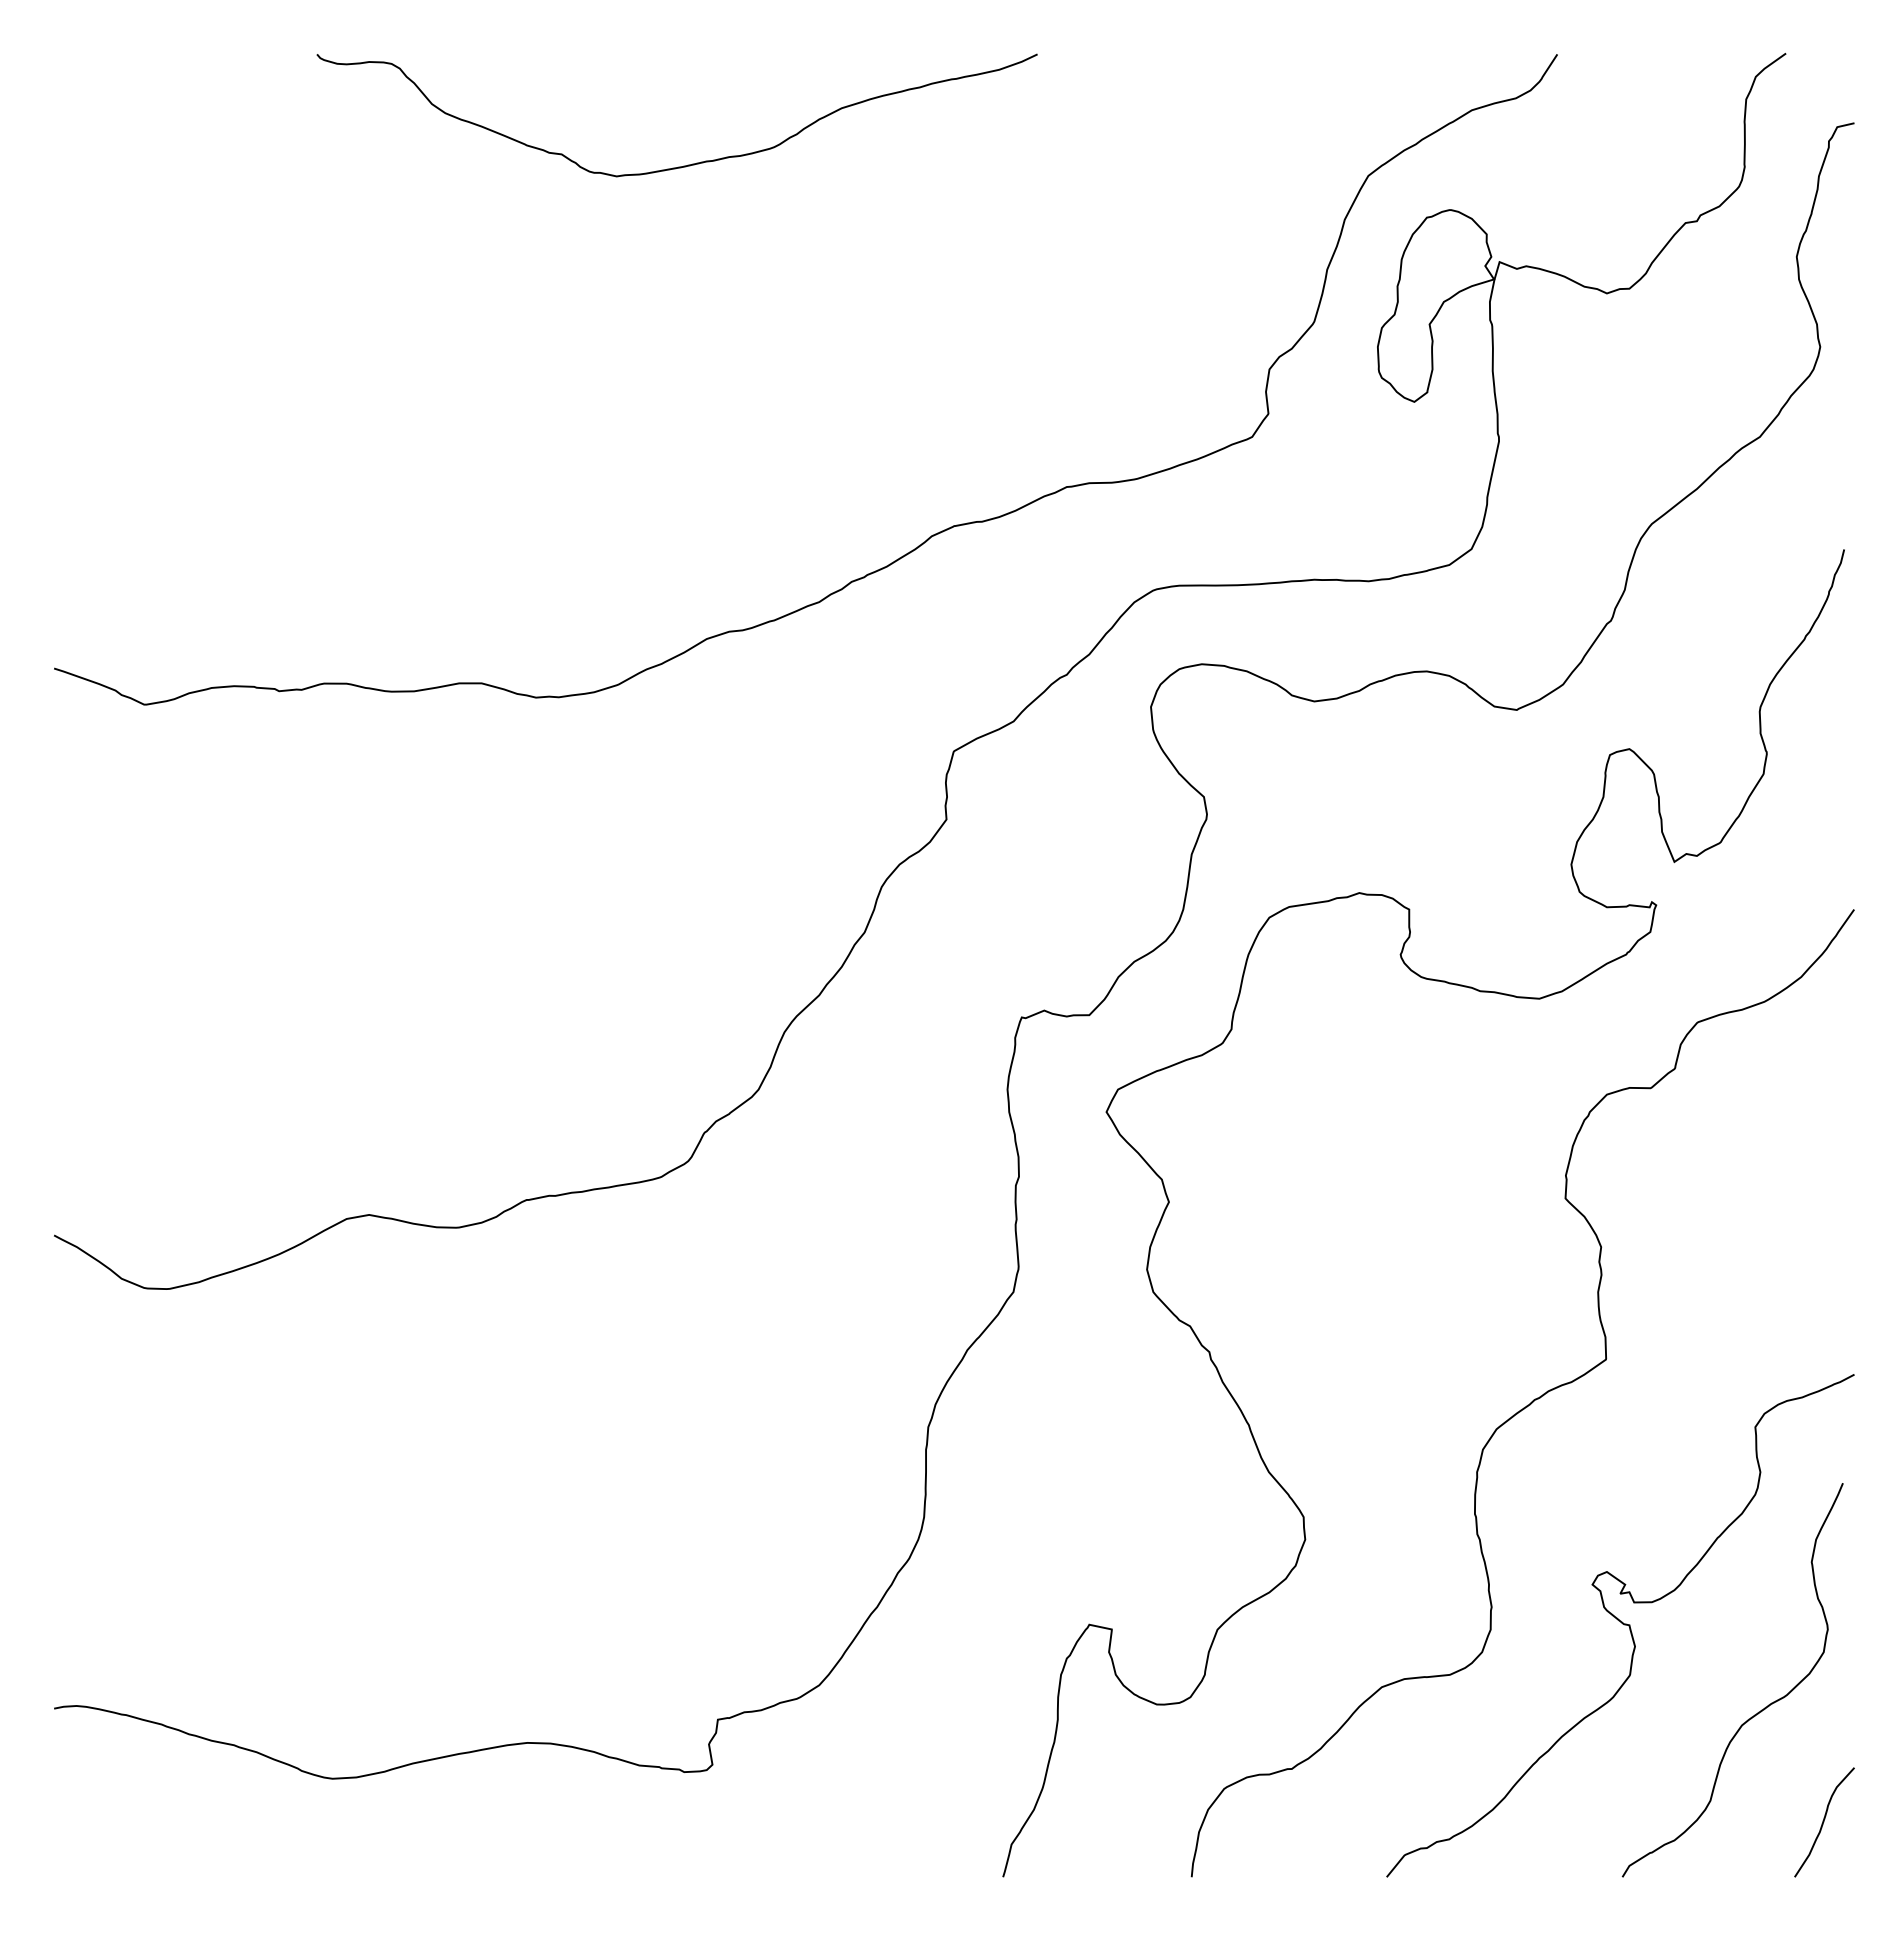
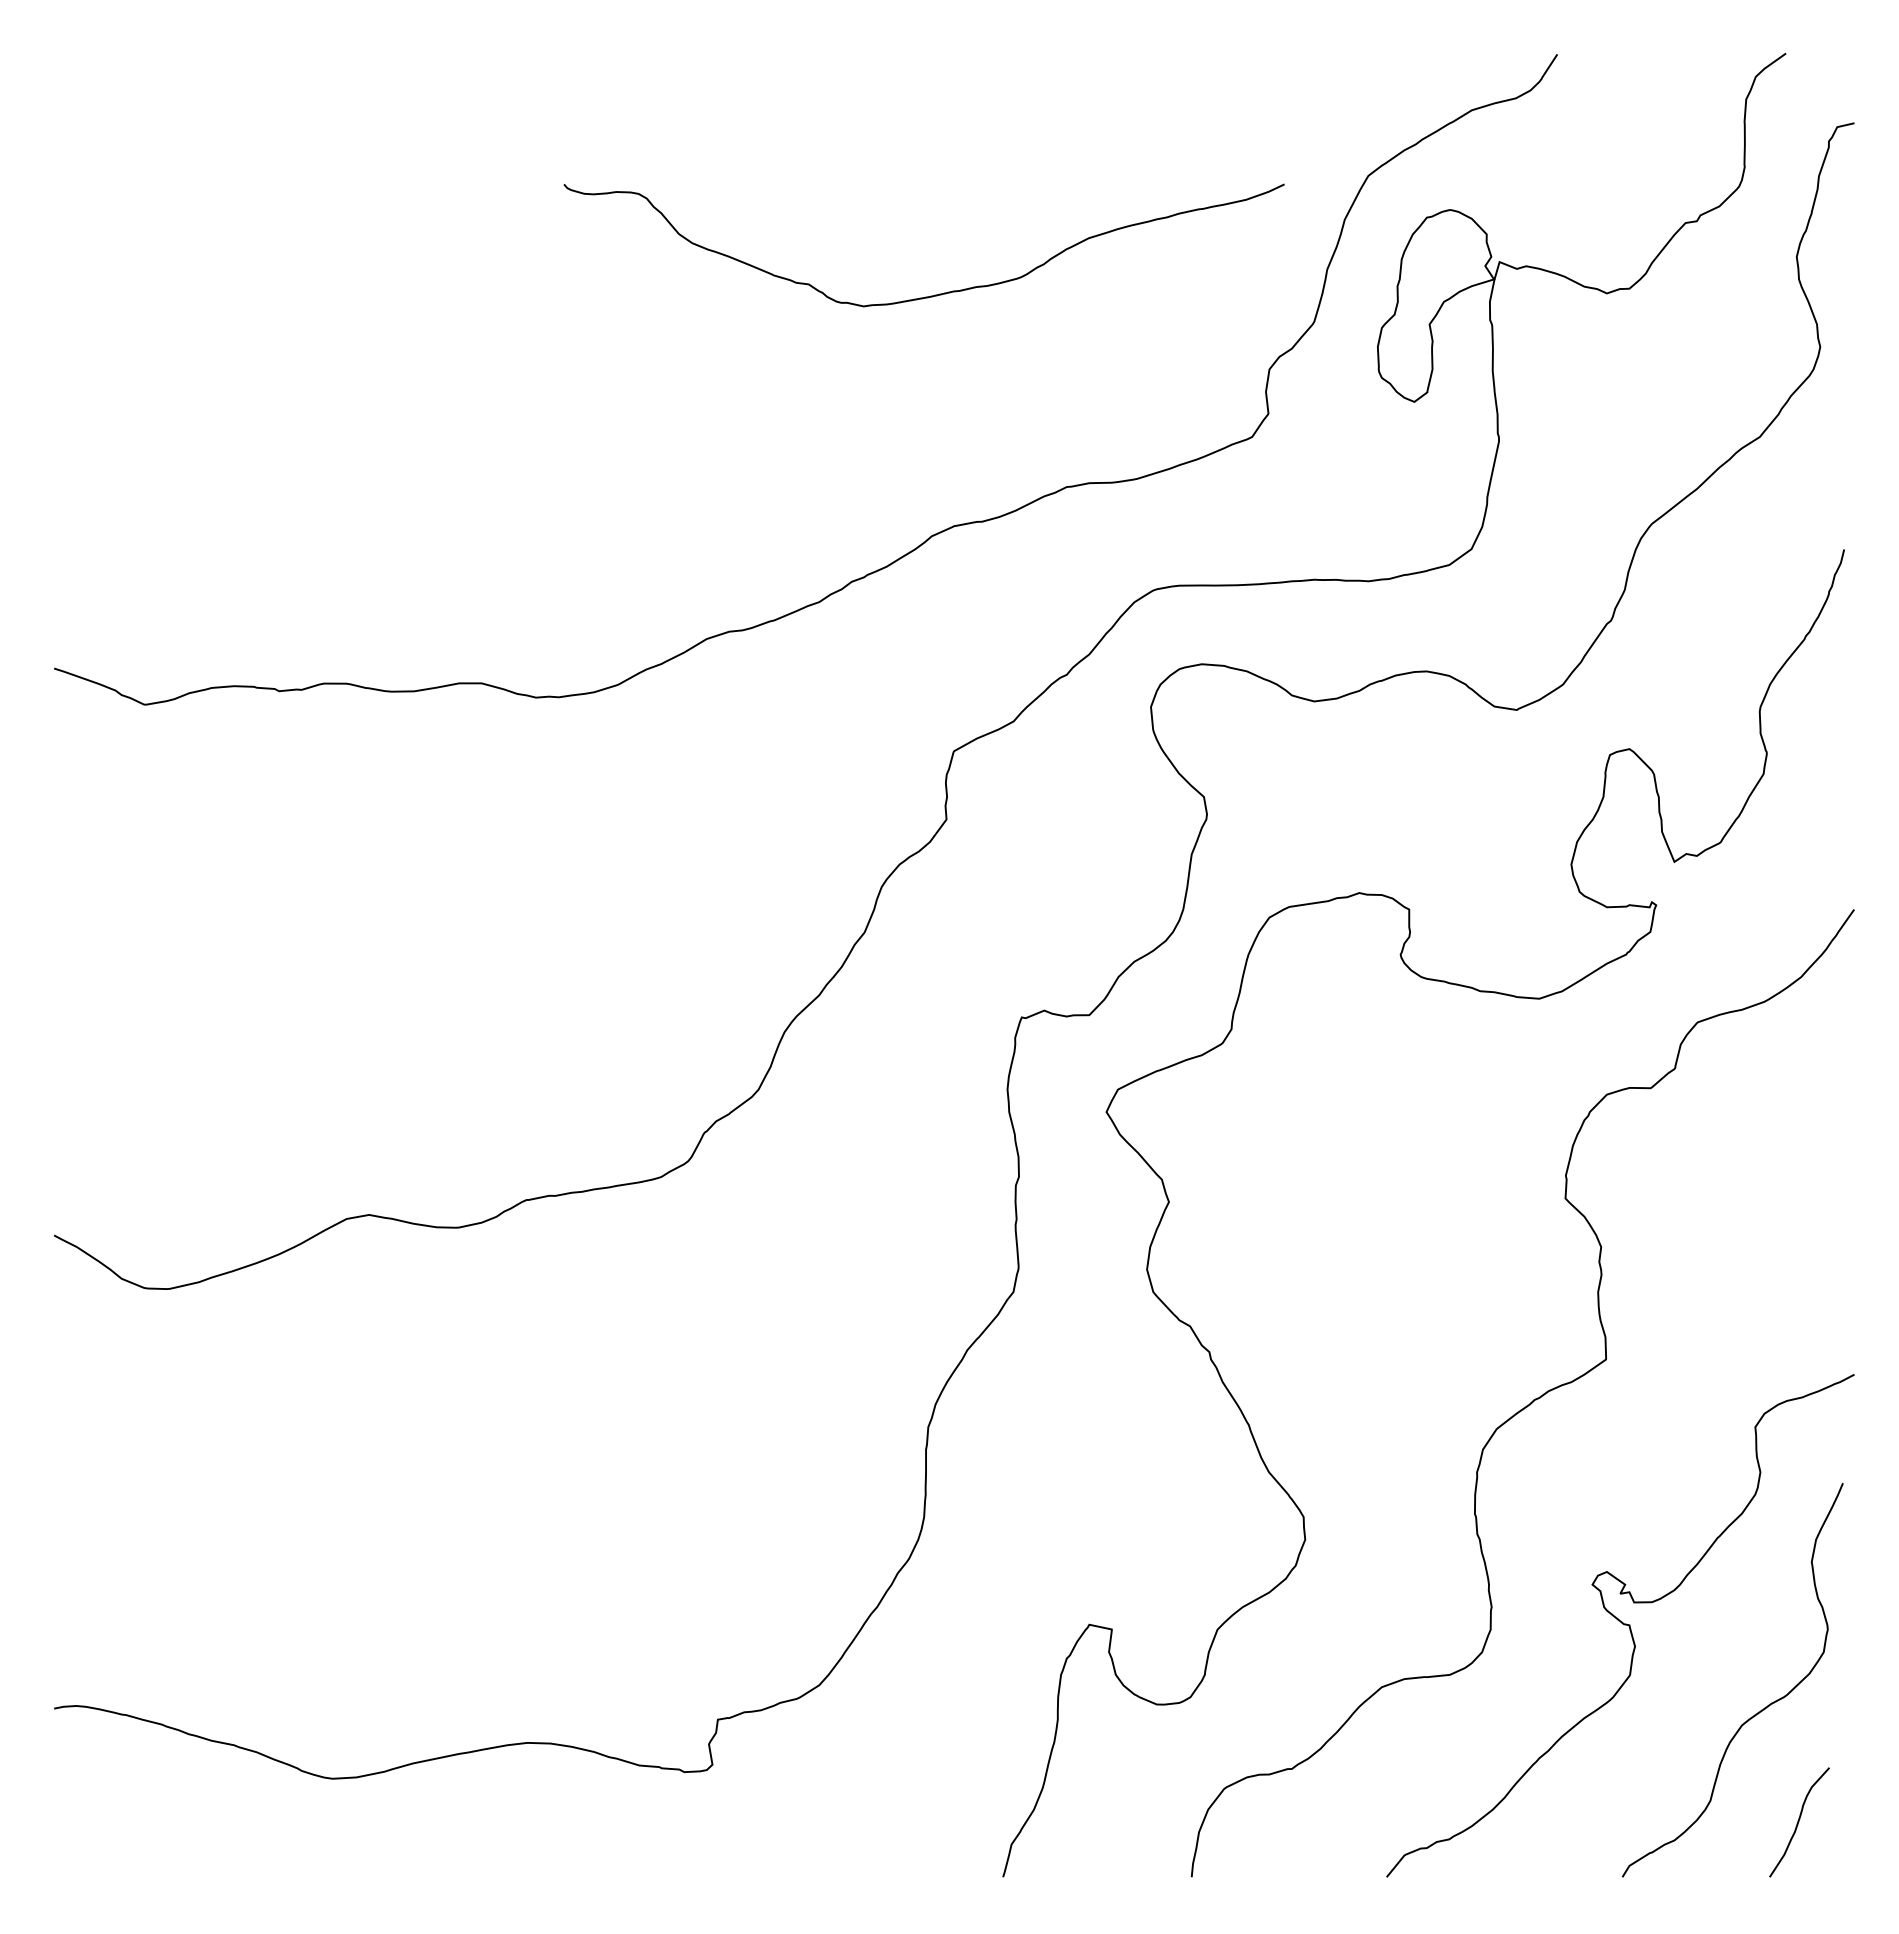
curve at (688, 164) position: (688, 164) -> (935, 294)
curve at (1824, 1822) position: (1824, 1822) -> (1799, 1822)
